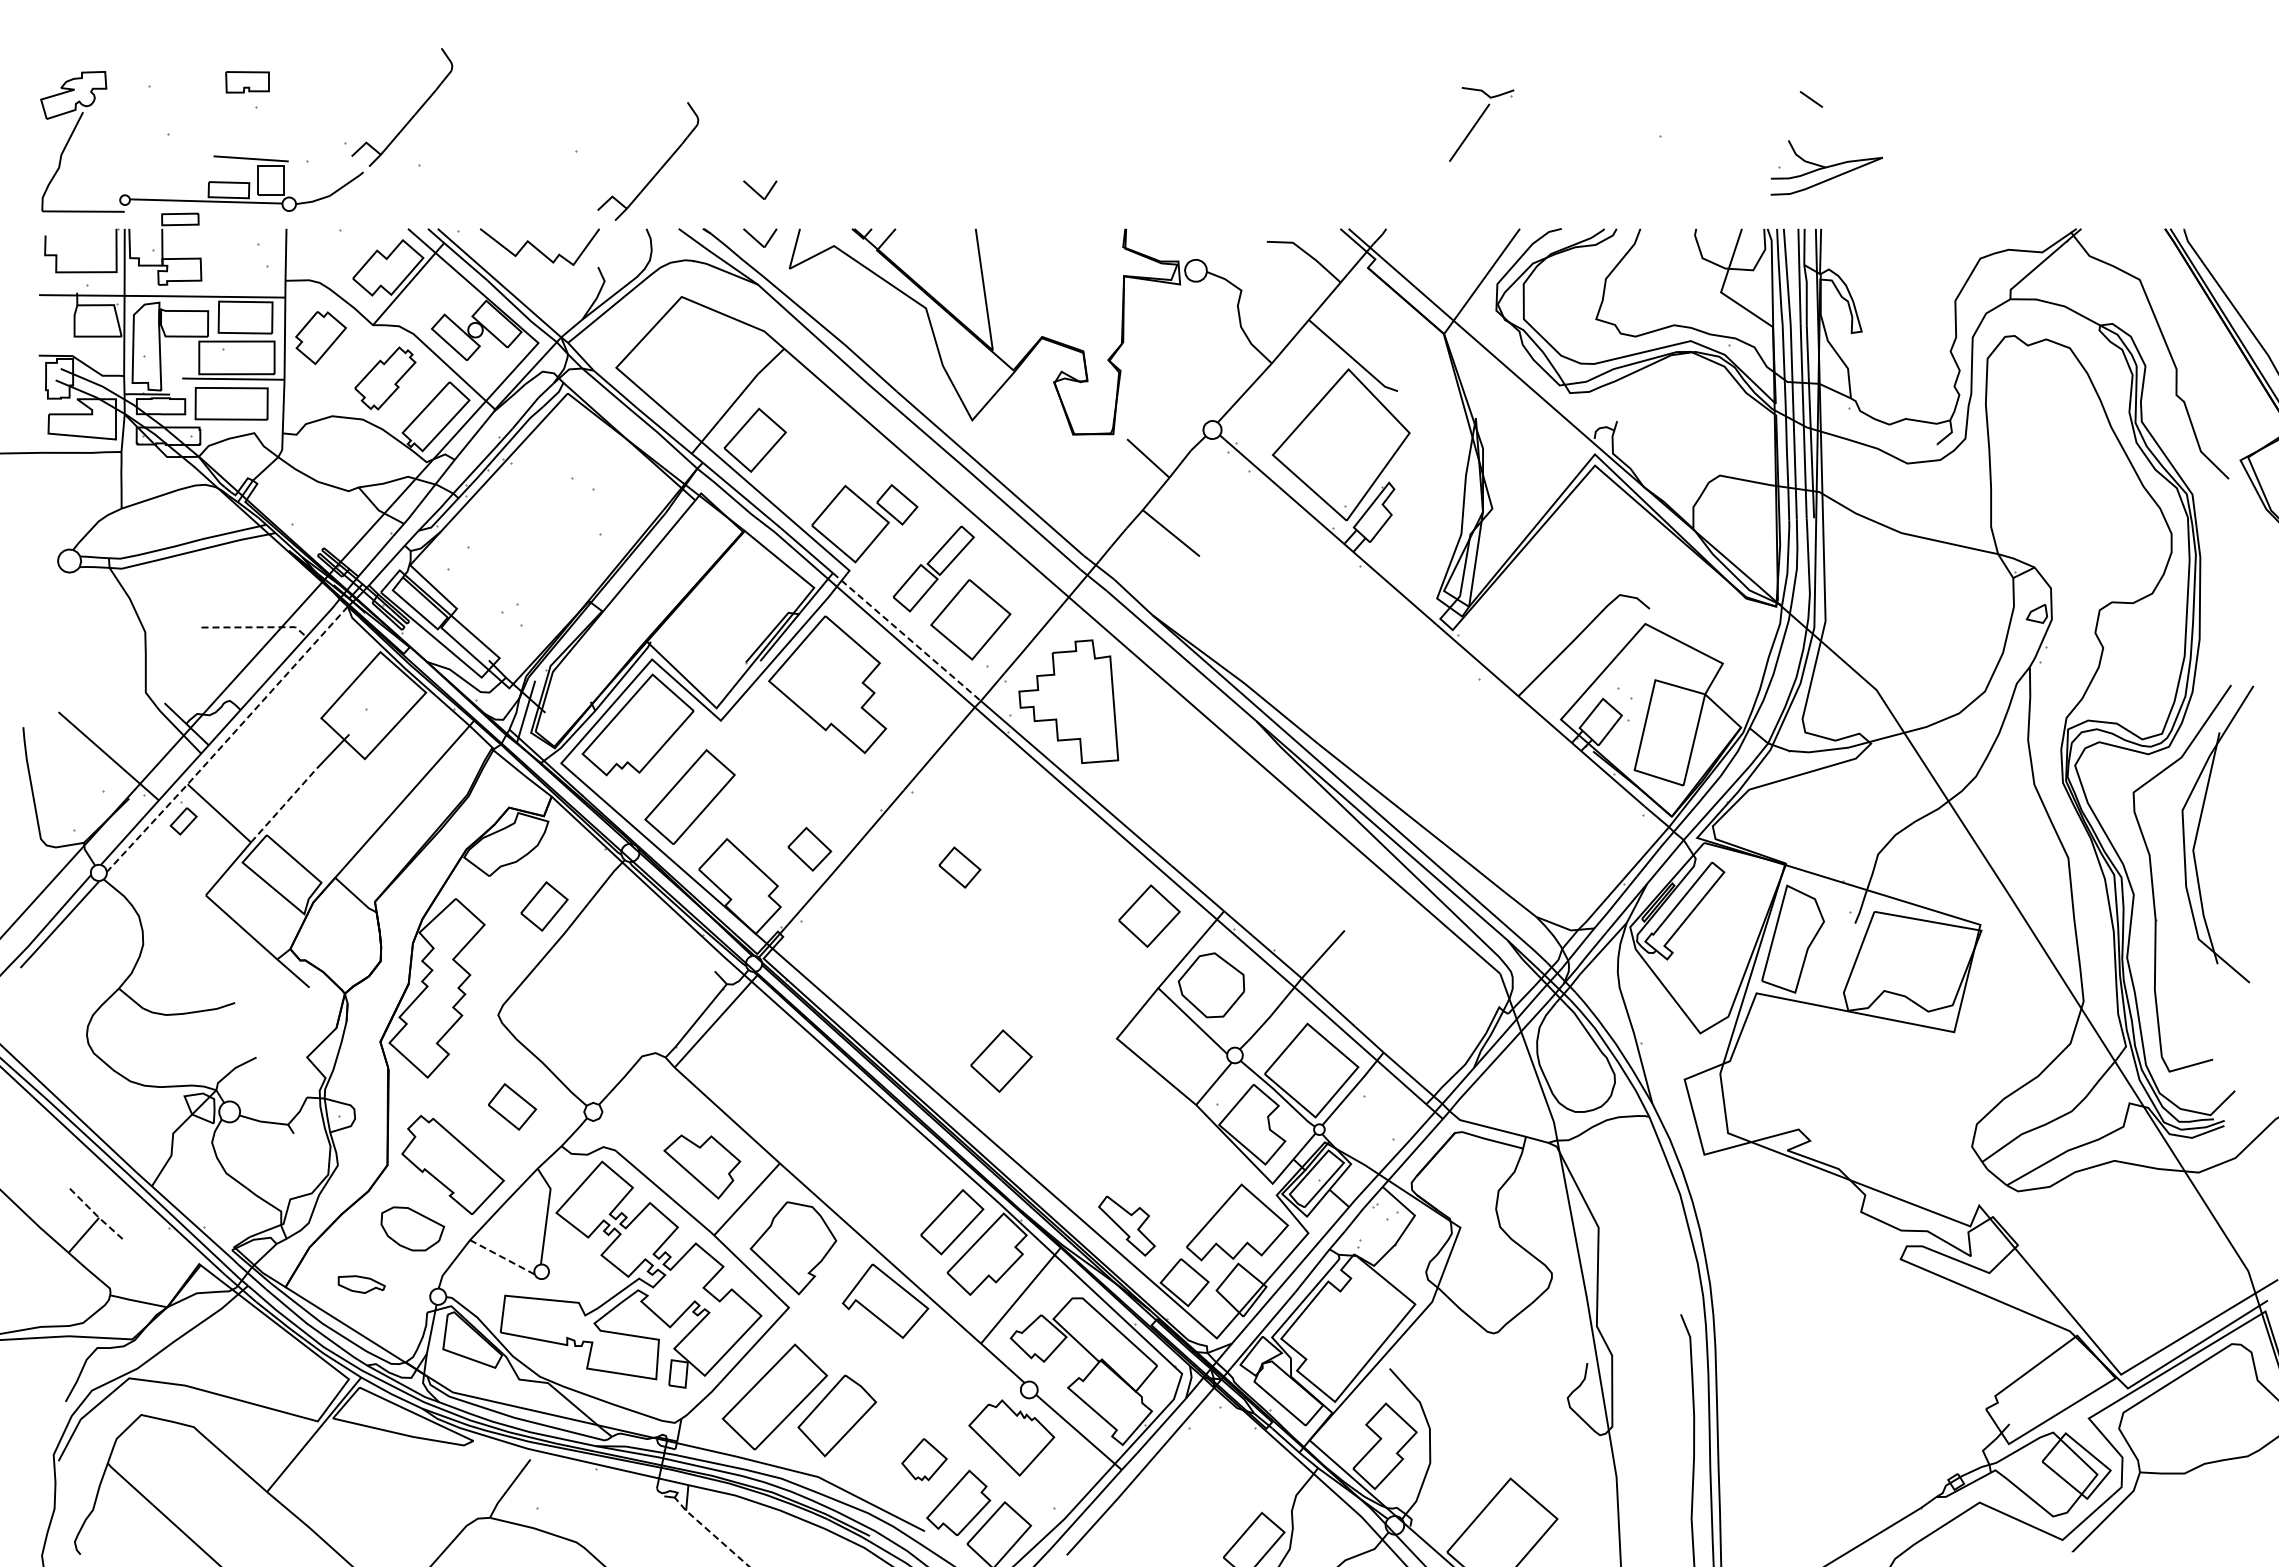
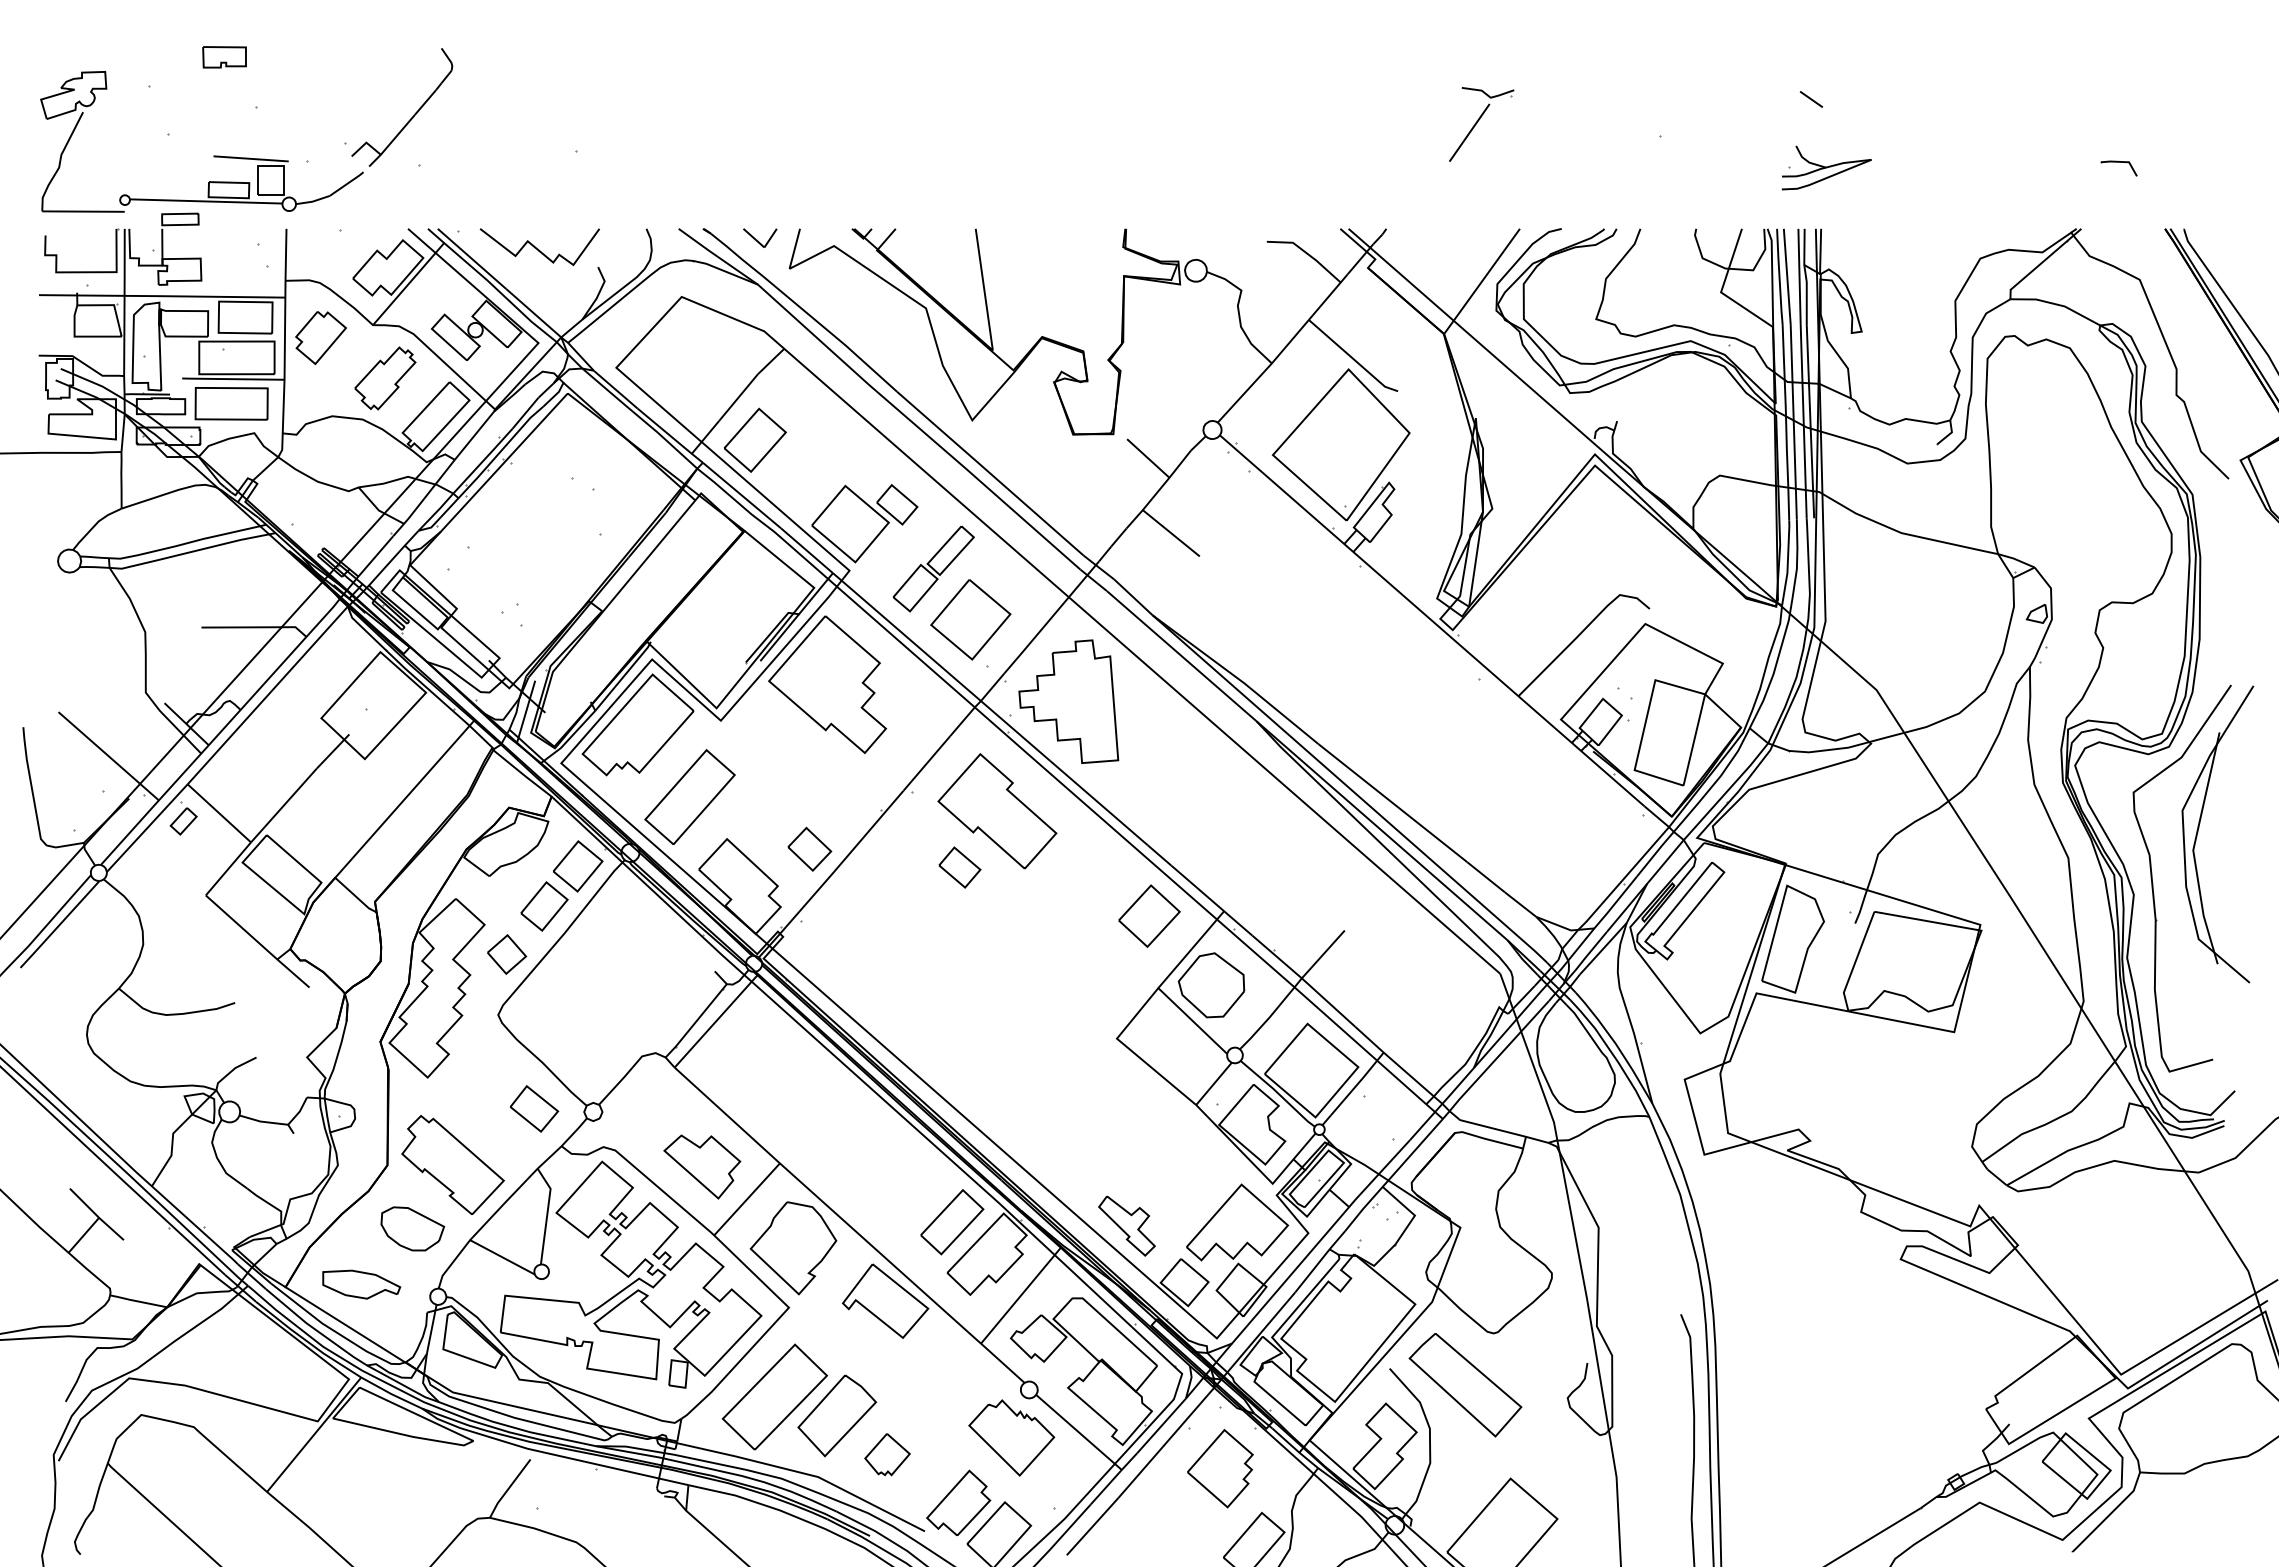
part at (247, 82) position: (247, 82) -> (224, 57)
part at (660, 167): present -> none
part at (1826, 167) size: 113x56 px -> 91x46 px
part at (2118, 168): none -> present
part at (760, 189): present -> none
line at (256, 627): dashed -> solid
line at (906, 637): dashed -> solid
line at (227, 739): dashed -> solid
line at (283, 805): dashed -> solid
part at (997, 811): none -> present
part at (578, 866): none -> present
part at (507, 954): none -> present
part at (1001, 1060): present -> none
part at (512, 1106) position: (512, 1106) -> (534, 1108)
line at (97, 1215): dashed -> solid
line at (502, 1257): dashed -> solid
part at (361, 1284) size: 49x19 px -> 80x31 px
part at (1465, 1385): none -> present
part at (924, 1459) position: (924, 1459) -> (887, 1454)
part at (1220, 1468): none -> present
line at (710, 1532): dashed -> solid
